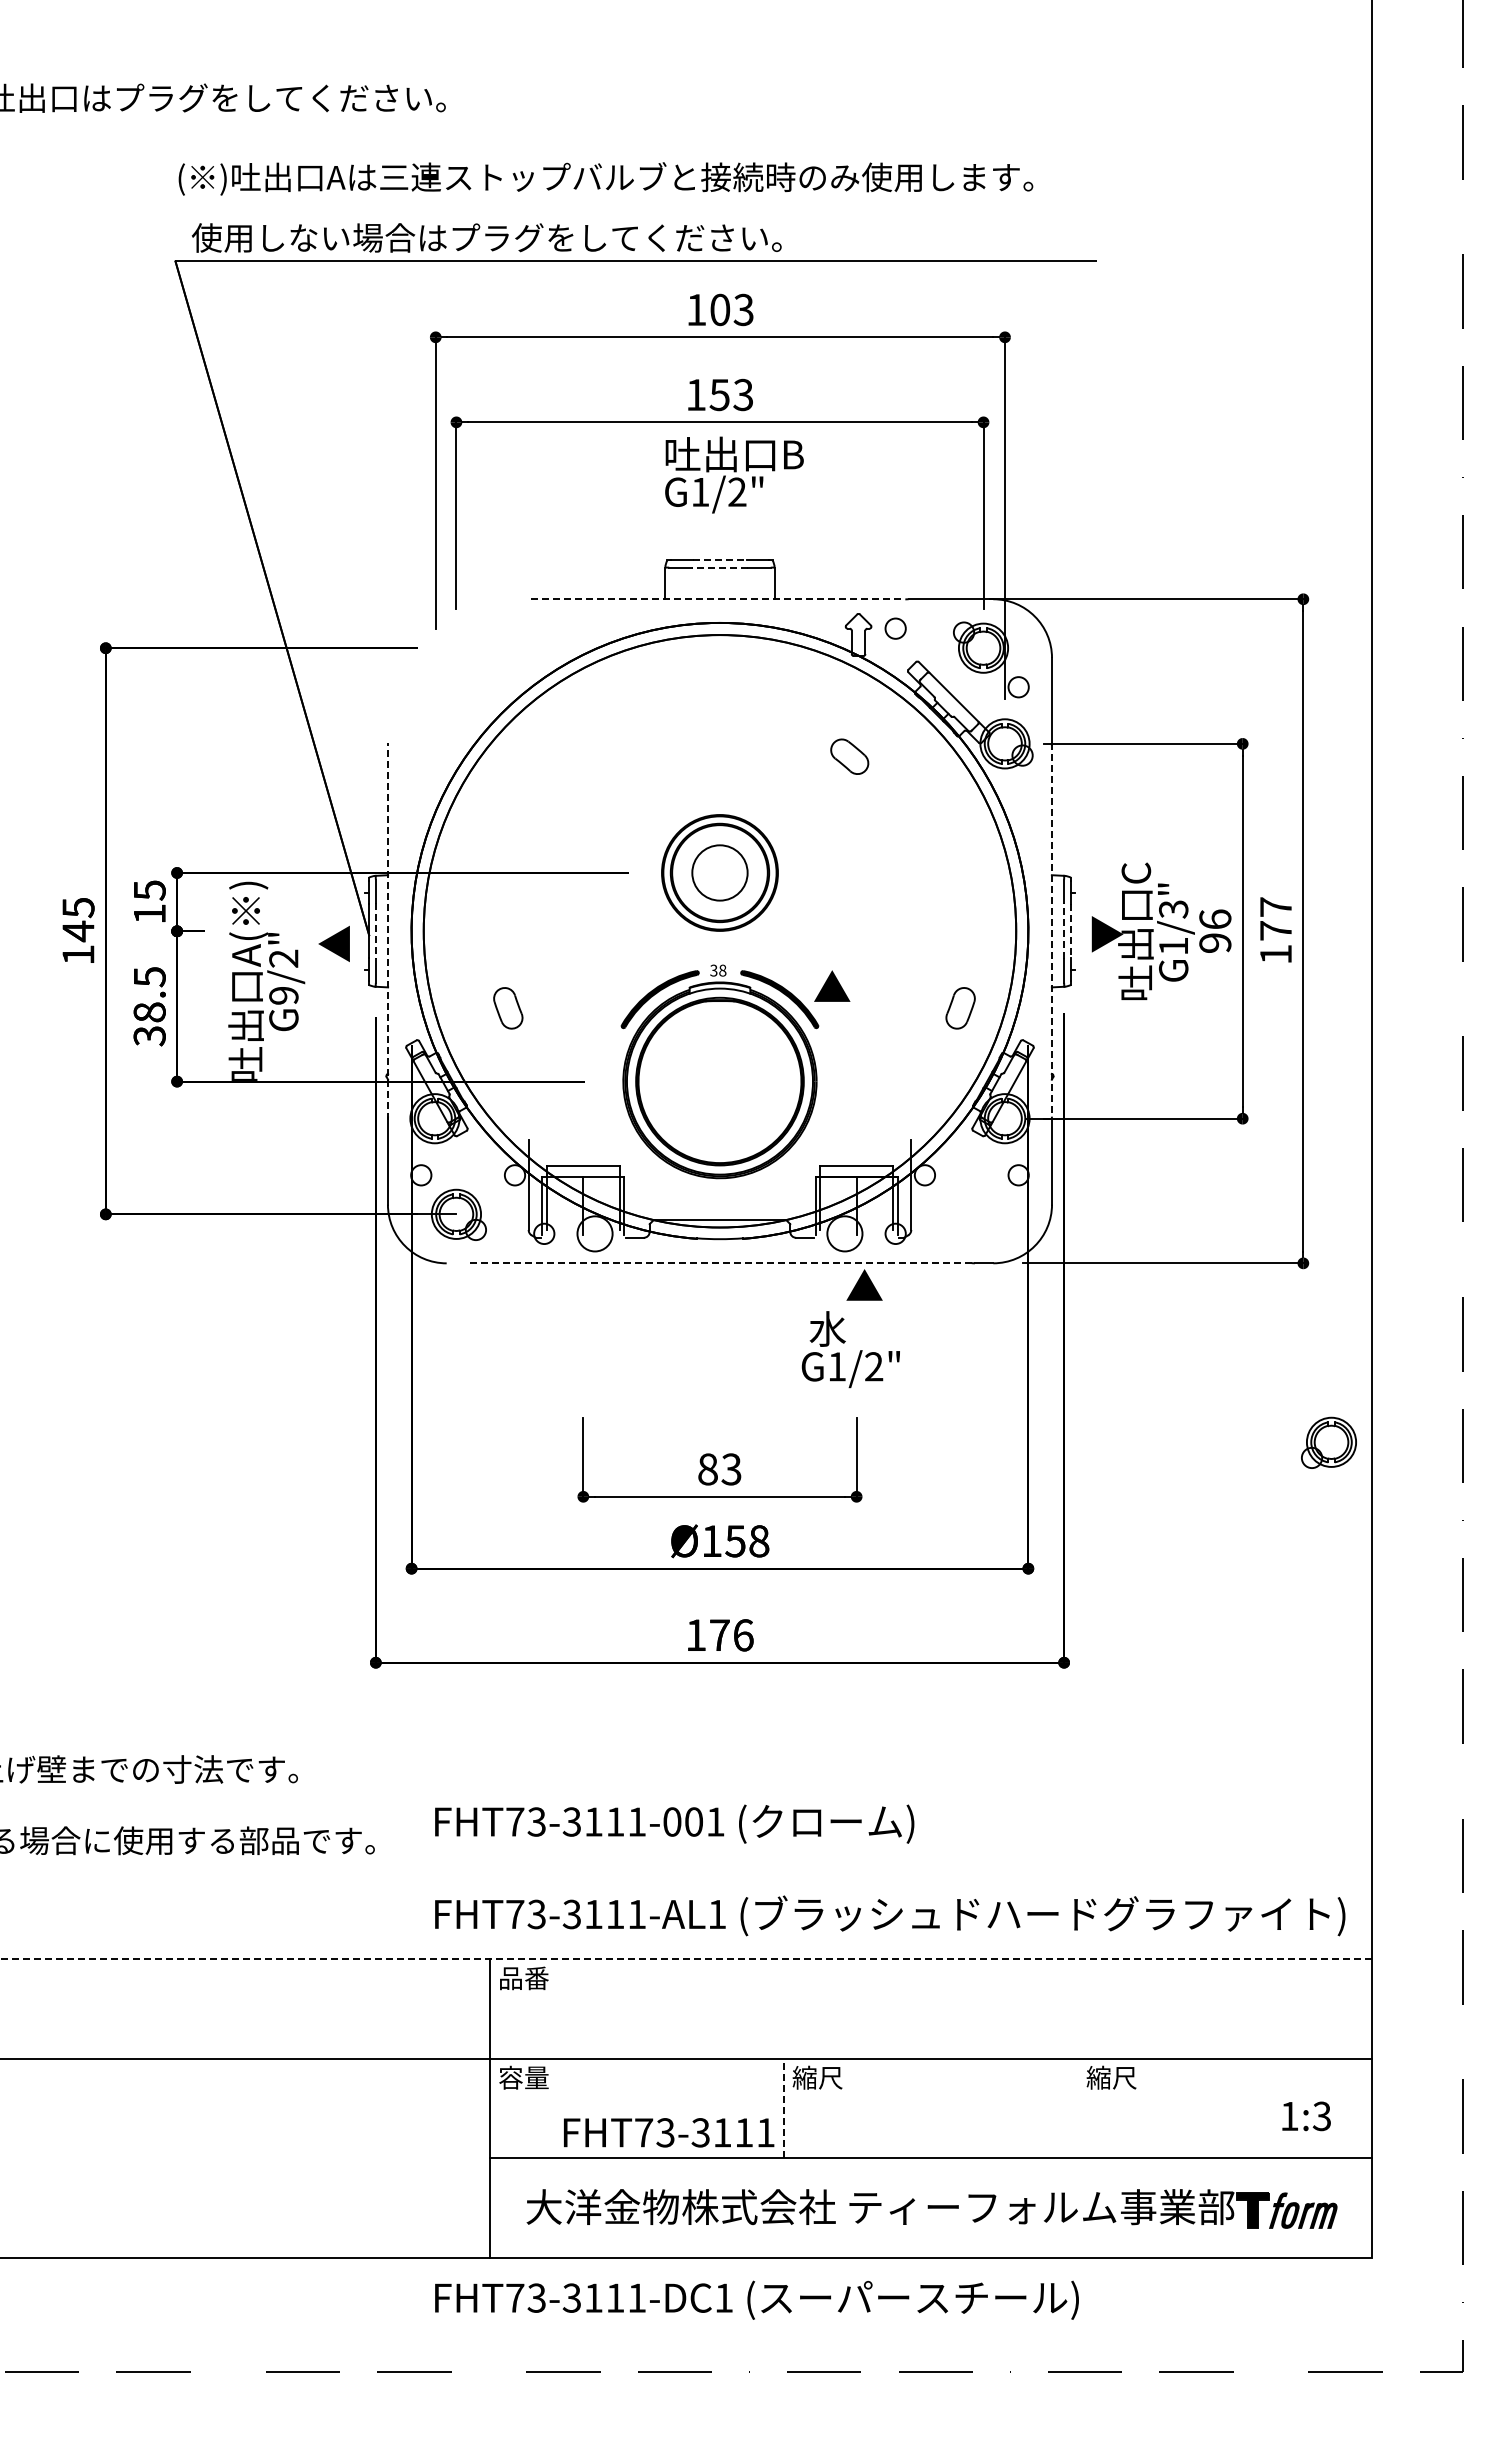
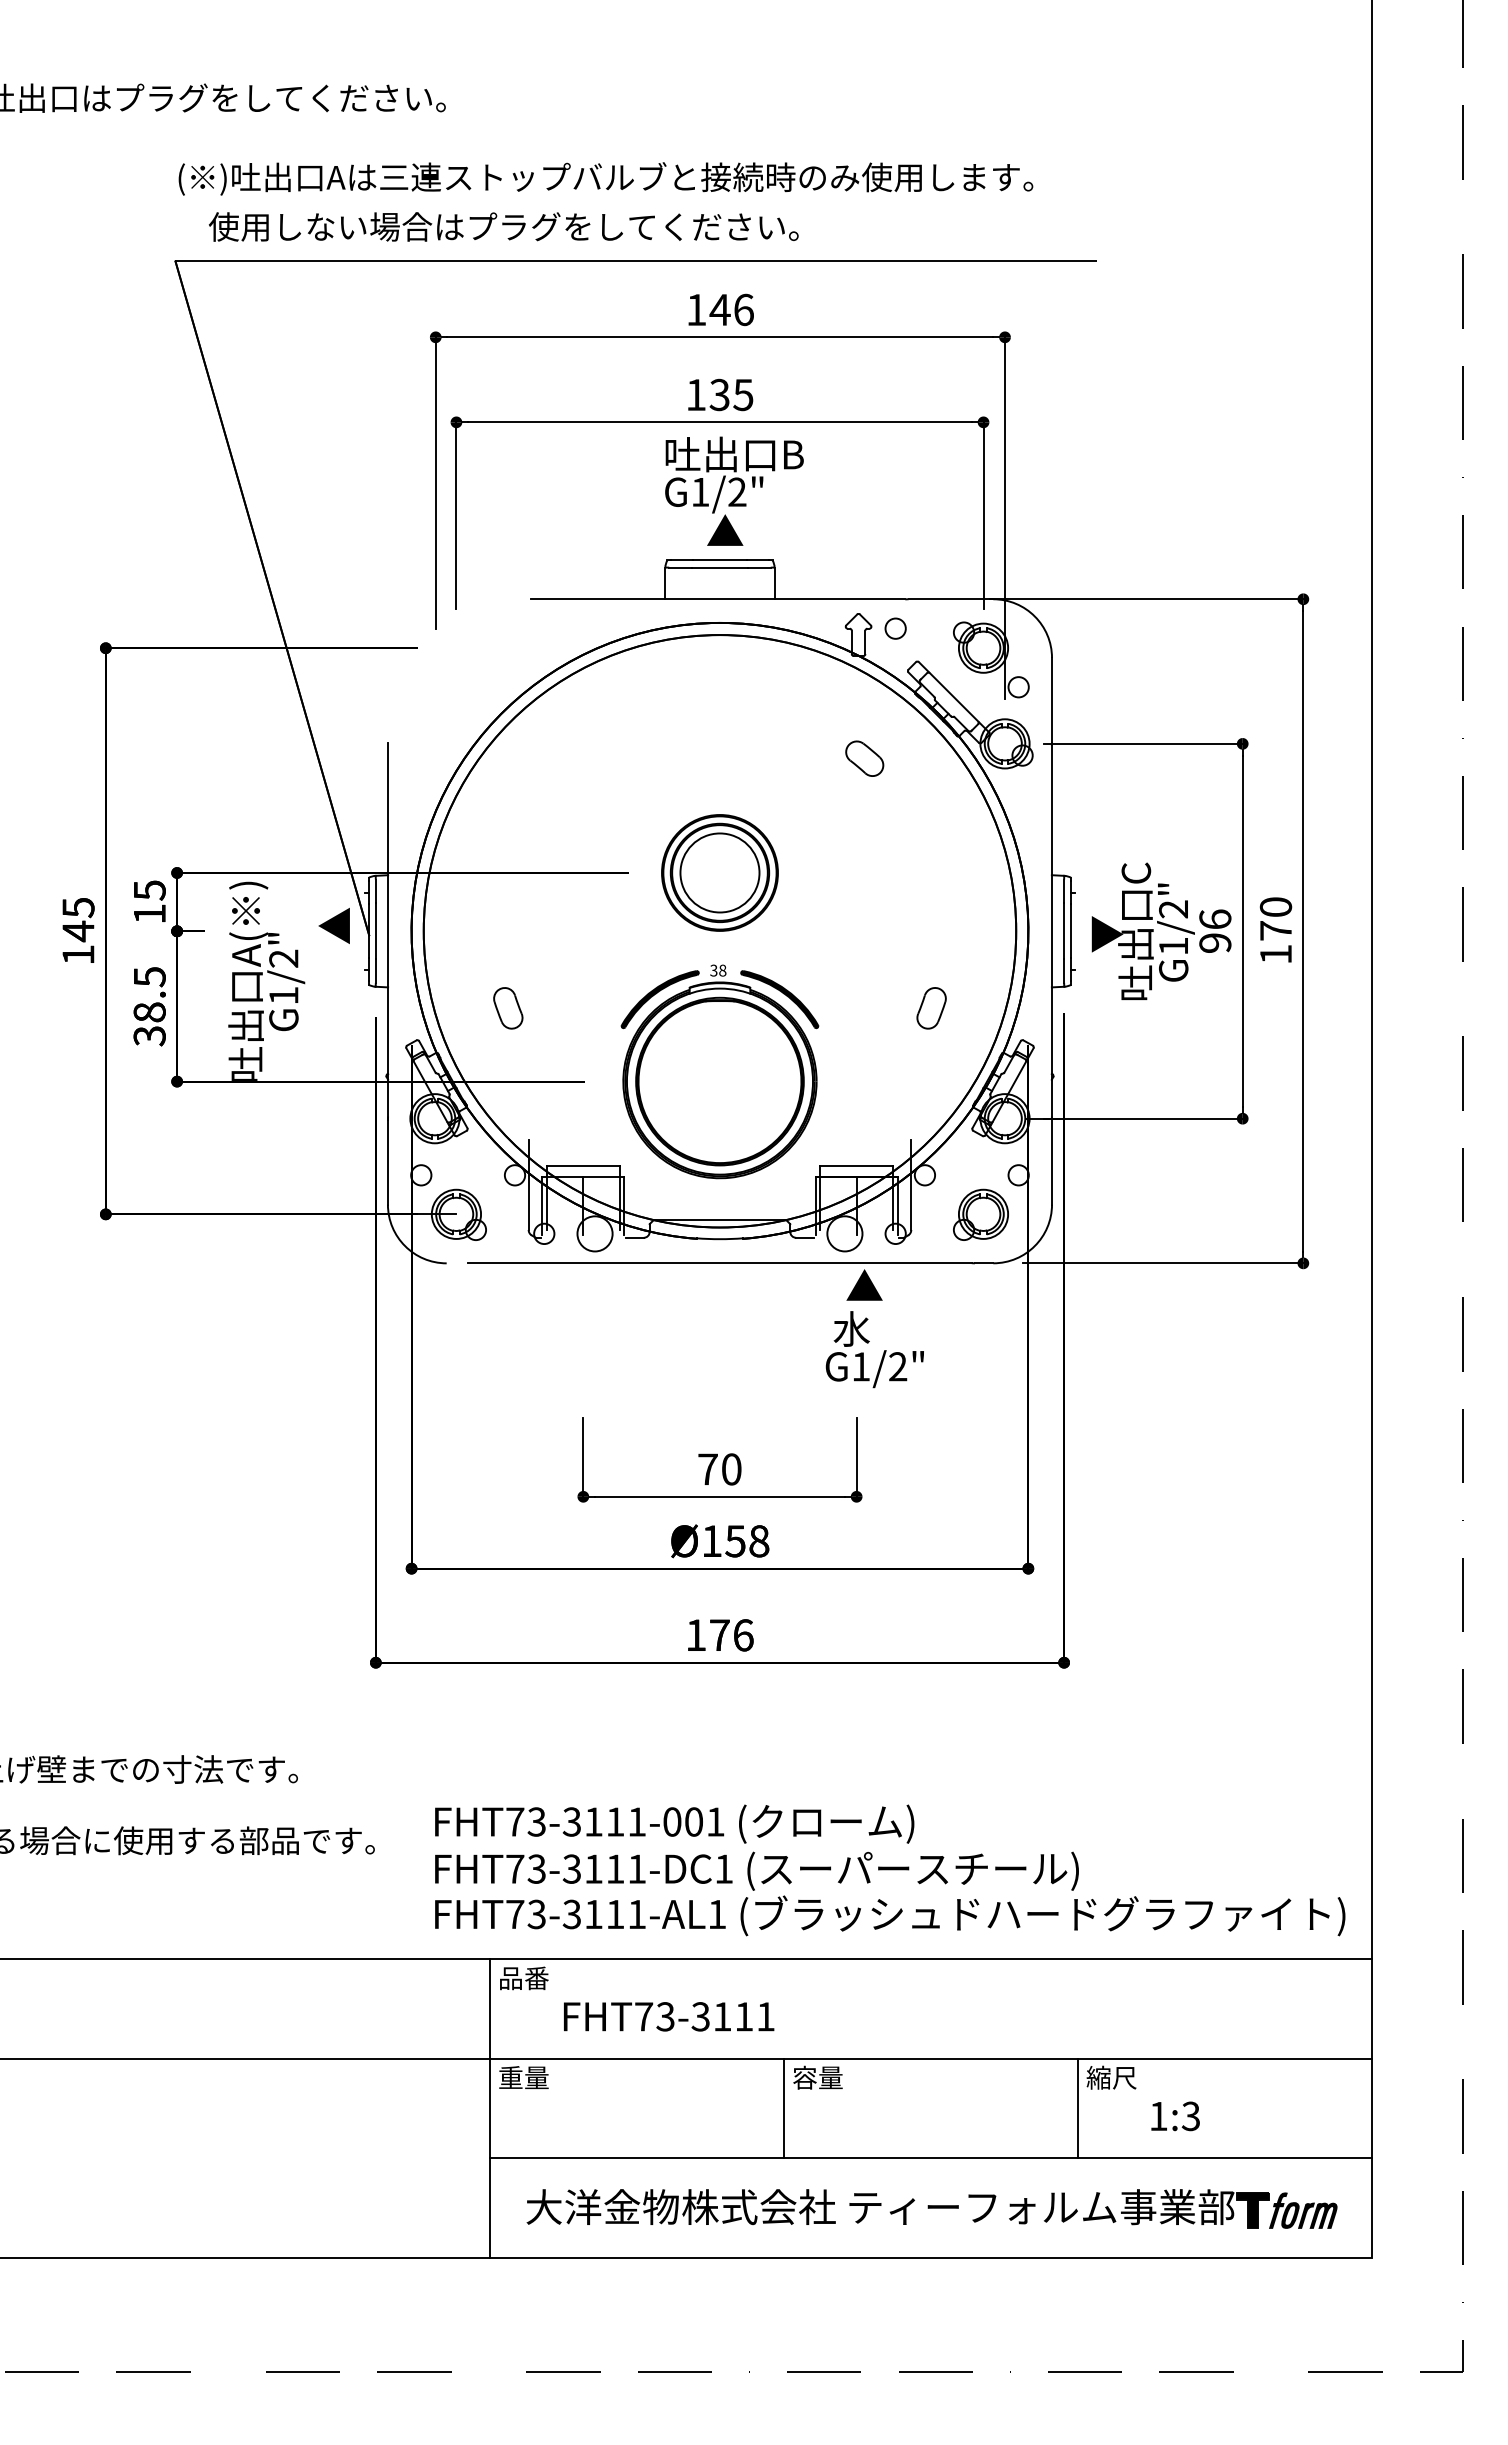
text at (486, 237) position: (486, 237) -> (503, 226)
text at (731, 309): 103 -> 146
text at (731, 394): 153 -> 135
line at (719, 560): dashed -> solid
line at (719, 567): dashed -> solid
line at (718, 599): dashed -> solid
part at (849, 756) position: (849, 756) -> (864, 758)
circle at (719, 872) diameter: 55 px -> 79 px
text at (1275, 906): 177 -> 170
text at (1173, 909): G1/3" -> G1/2"
line at (1051, 929): dashed -> solid
line at (1064, 930): dashed -> solid
line at (375, 931): dashed -> solid
line at (388, 931): dashed -> solid
line at (1071, 931): dashed -> solid
text at (333, 943) position: (333, 943) -> (333, 925)
text at (832, 985) position: (832, 985) -> (725, 529)
text at (283, 995): G9/2" -> G1/2"
part at (960, 1008) position: (960, 1008) -> (931, 1008)
line at (719, 1263): dashed -> solid
text at (850, 1349) position: (850, 1349) -> (874, 1349)
part at (1328, 1442) position: (1328, 1442) -> (980, 1214)
text at (719, 1469): 83 -> 70
line at (685, 1959): dashed -> solid
text at (510, 2077): 容量 -> 重量
text at (817, 2077): 縮尺 -> 容量
line at (783, 2108): dashed -> solid
line at (1077, 2108): none -> present
text at (1306, 2116) position: (1306, 2116) -> (1175, 2116)
text at (669, 2132) position: (669, 2132) -> (669, 2016)
text at (756, 2299) position: (756, 2299) -> (756, 1870)
